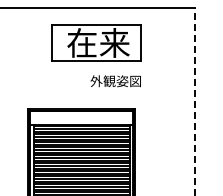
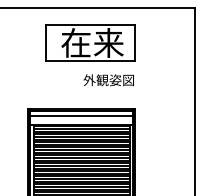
part at (96, 42) position: (96, 42) -> (90, 42)
text at (115, 81) position: (115, 81) -> (108, 80)
line at (194, 101): dashed -> solid
line at (81, 116): none -> present
